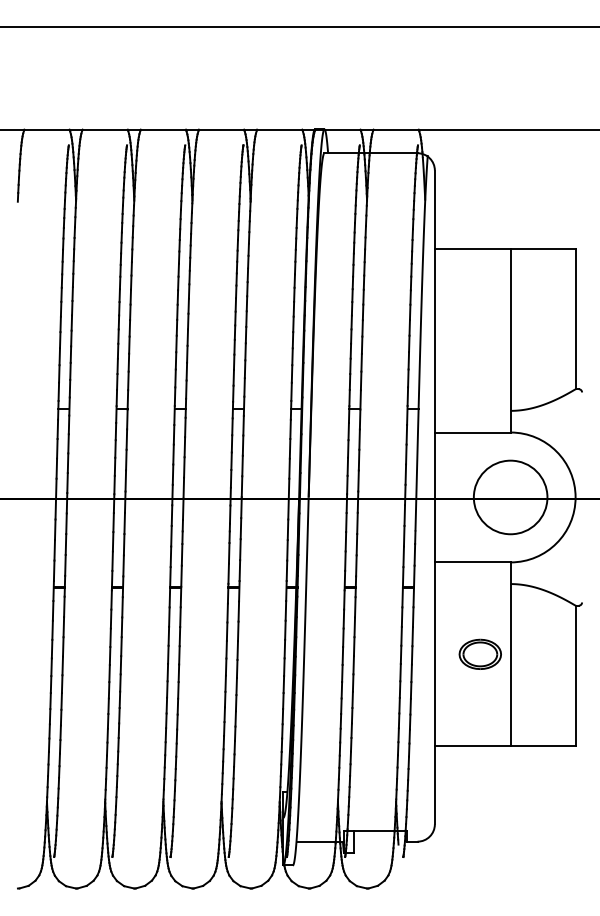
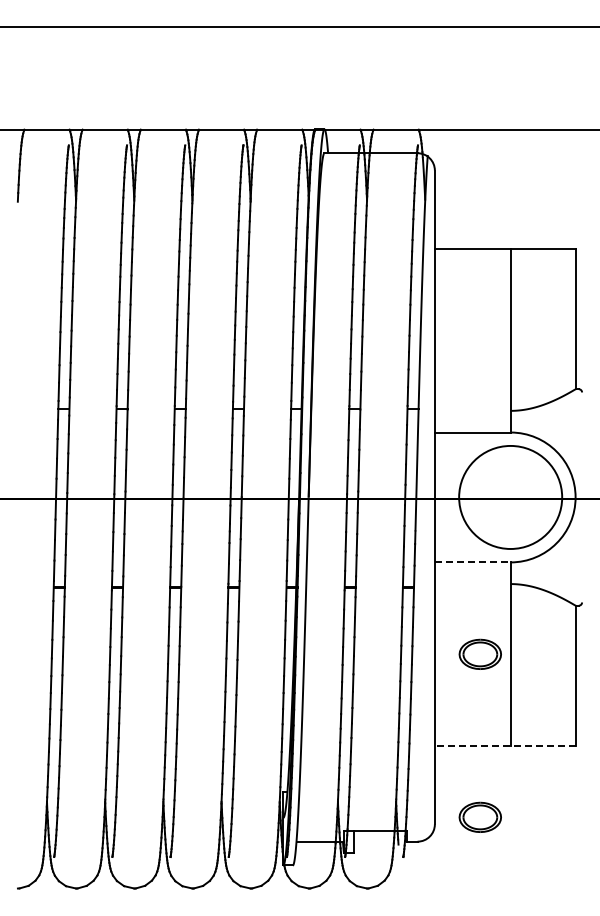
circle at (510, 497) diameter: 74 px -> 103 px
line at (472, 562): solid -> dashed
line at (504, 746): solid -> dashed
part at (479, 816): none -> present
